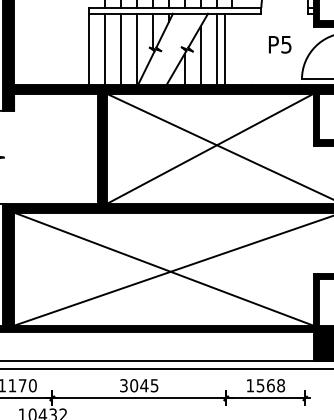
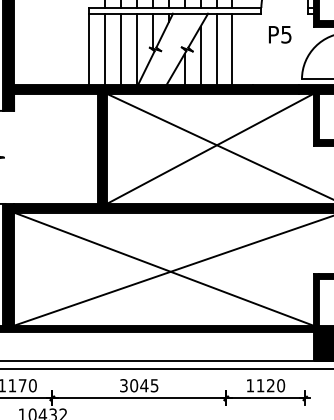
text at (280, 44) position: (280, 44) -> (280, 34)
line at (225, 49) position: (225, 49) -> (232, 49)
text at (270, 385): 1568 -> 1120
